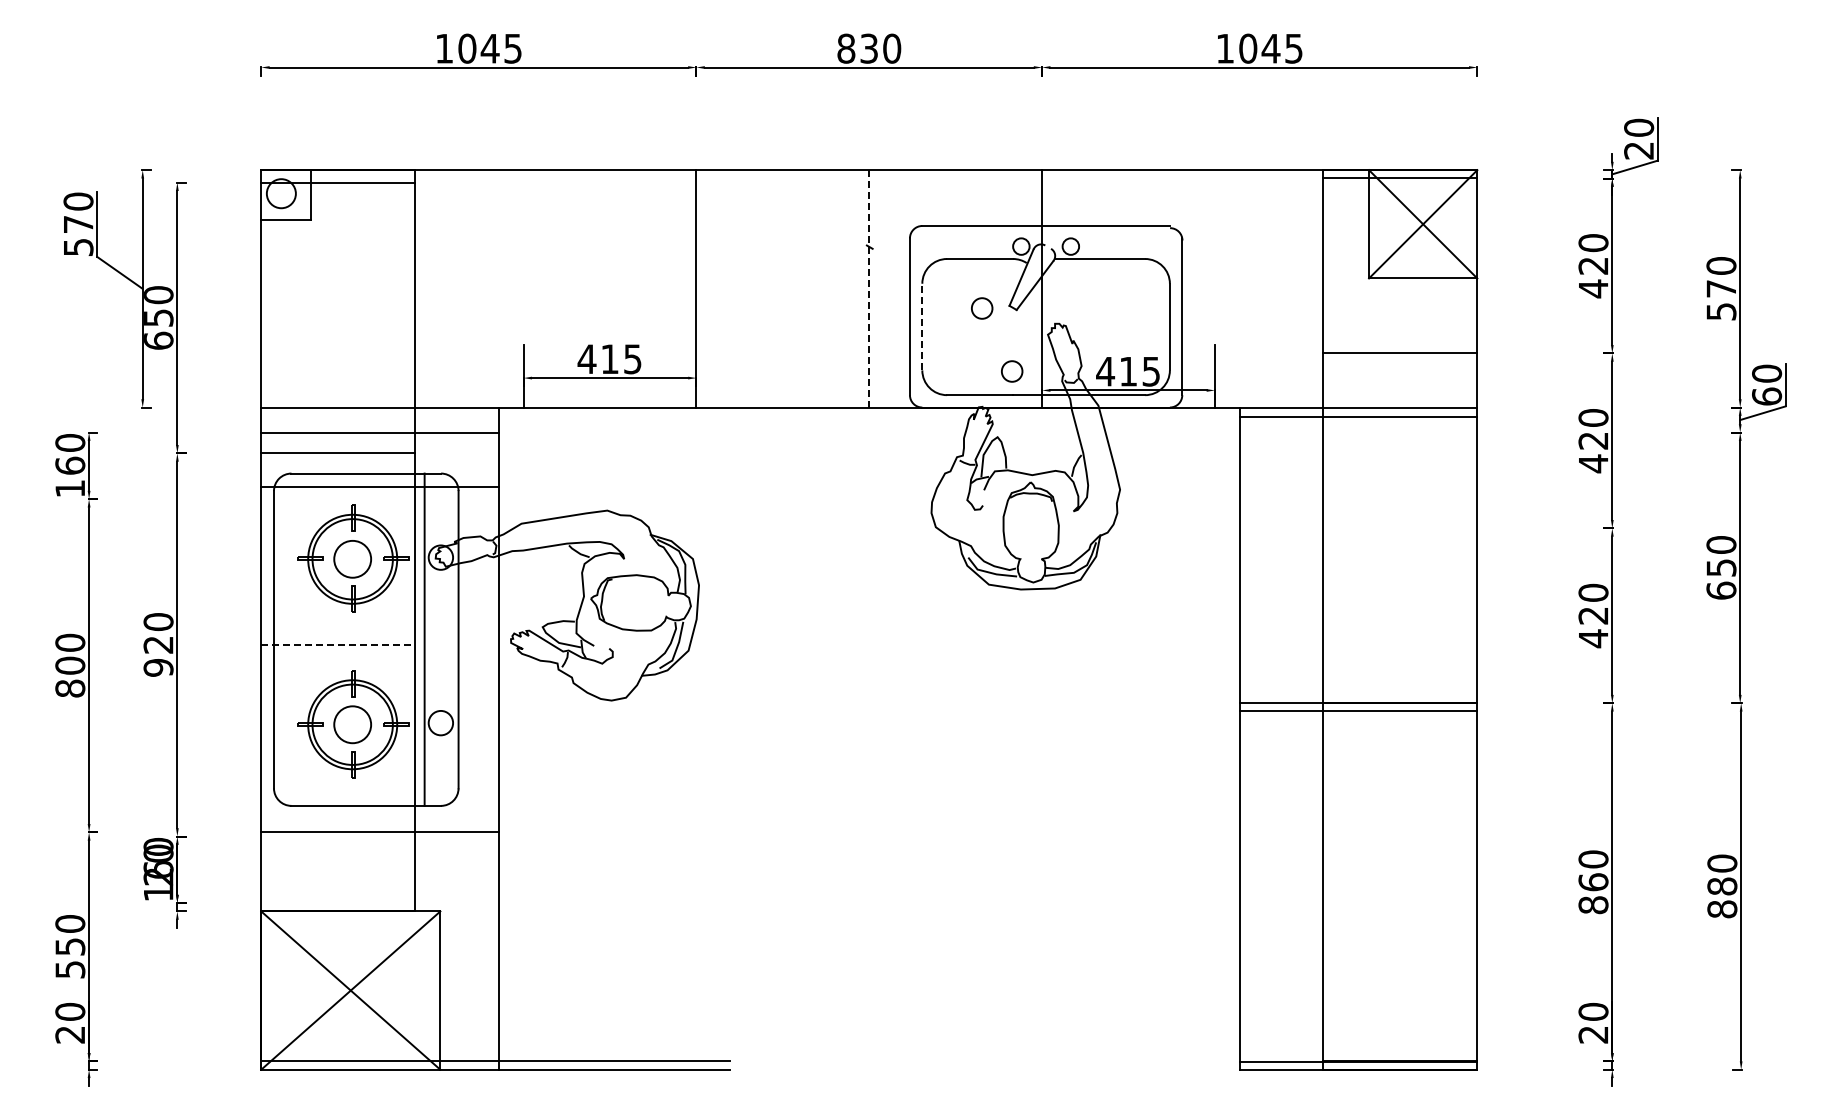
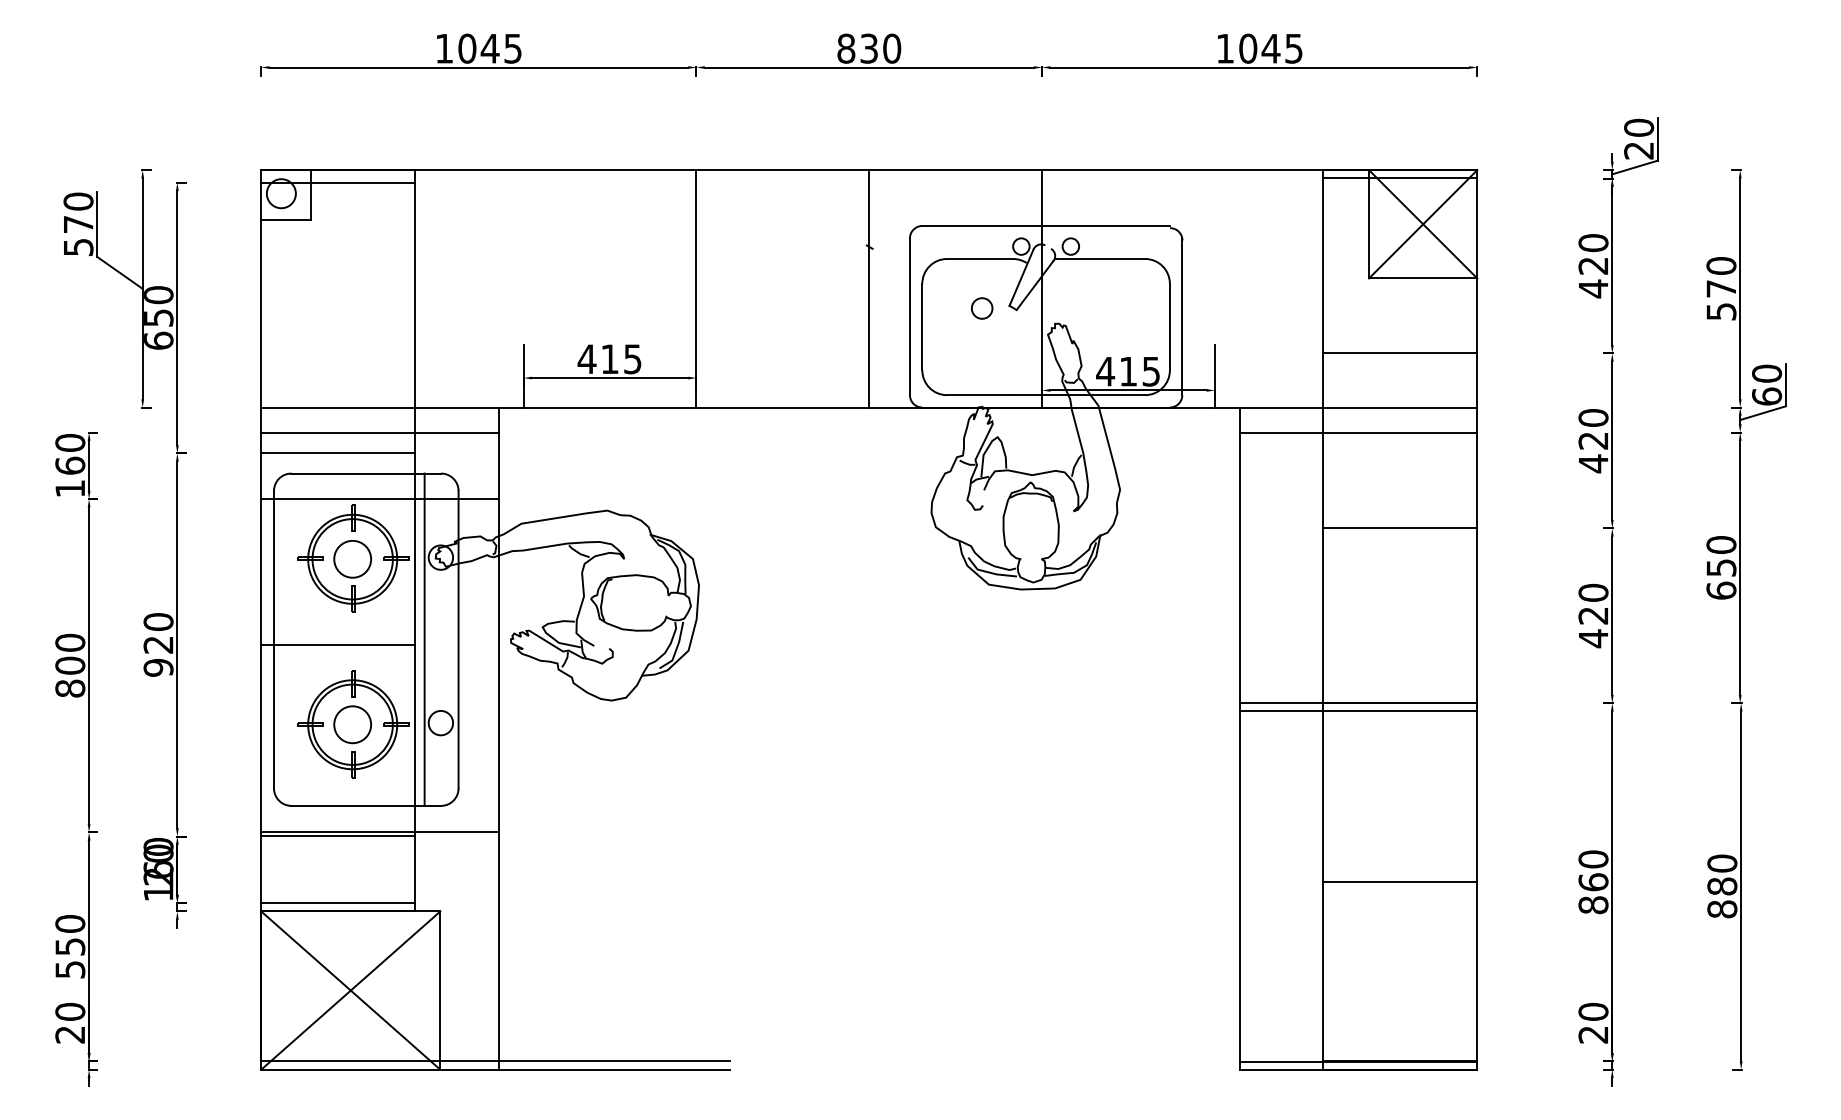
line at (869, 288): dashed -> solid
line at (922, 326): dashed -> solid
circle at (1012, 371): present -> none
line at (1358, 416) position: (1358, 416) -> (1358, 432)
line at (379, 487) position: (379, 487) -> (379, 499)
line at (1400, 528): none -> present
line at (338, 644): dashed -> solid
line at (338, 836): none -> present
line at (1400, 882): none -> present
line at (338, 903): none -> present
